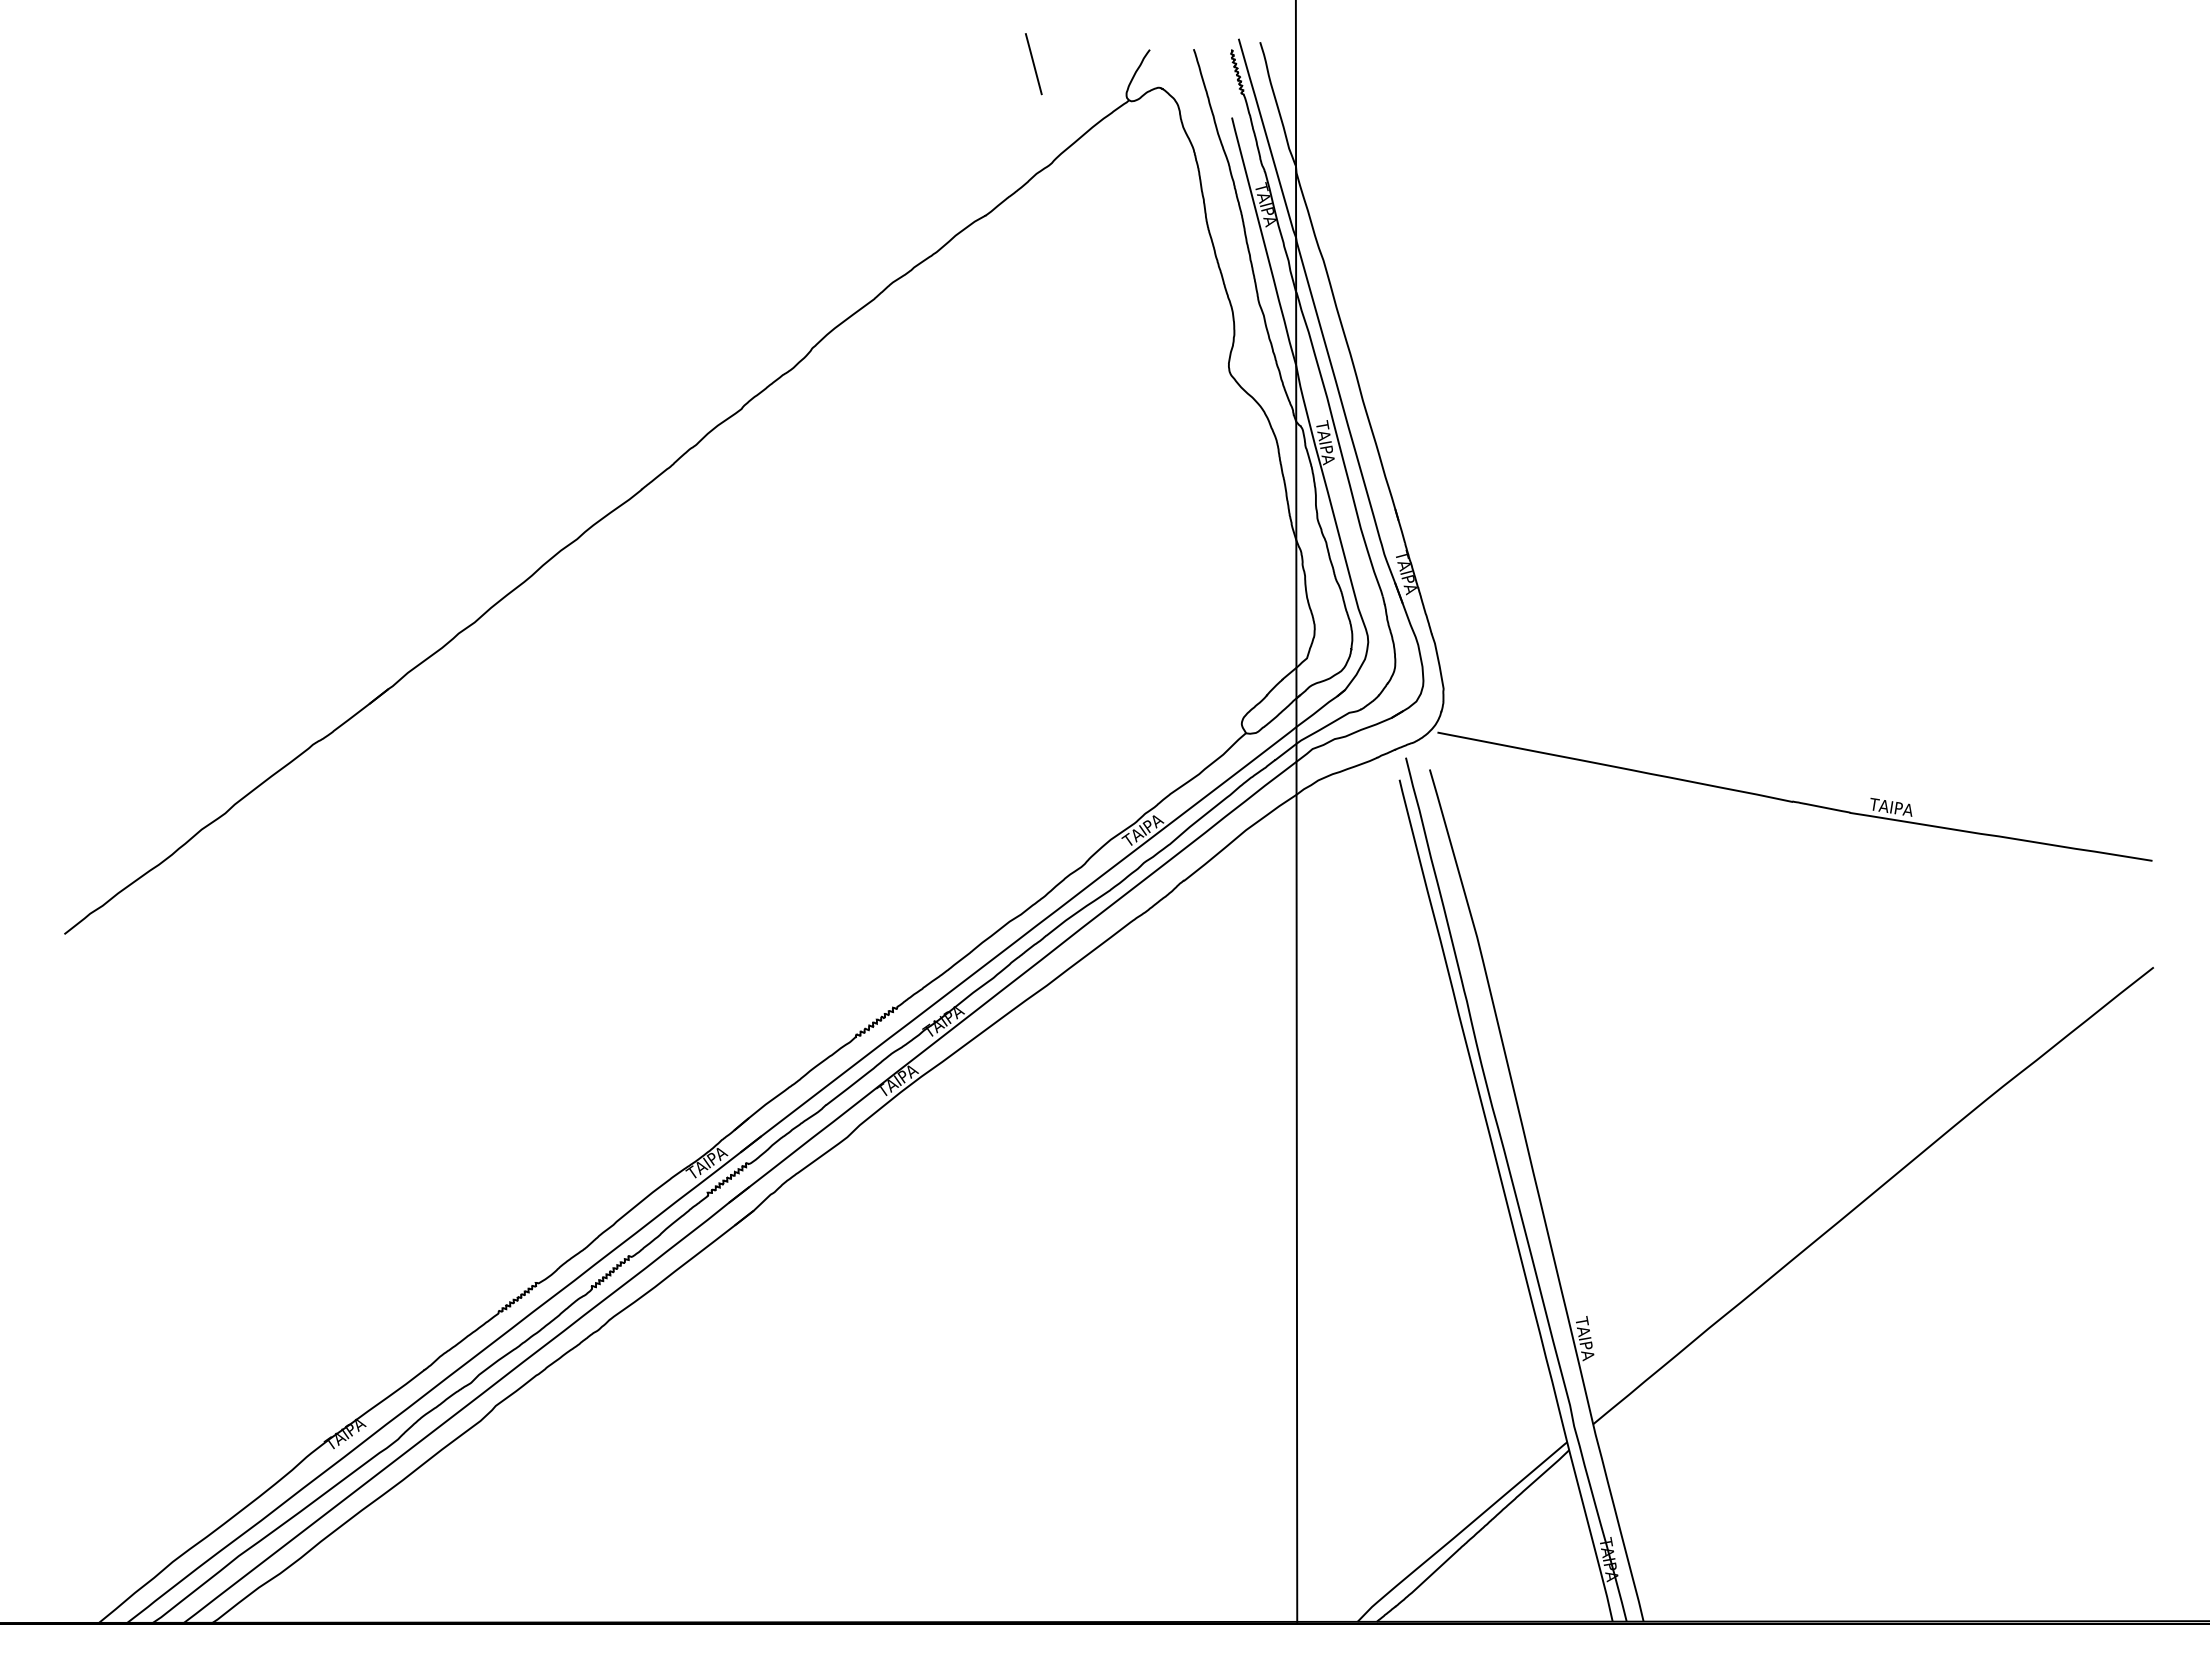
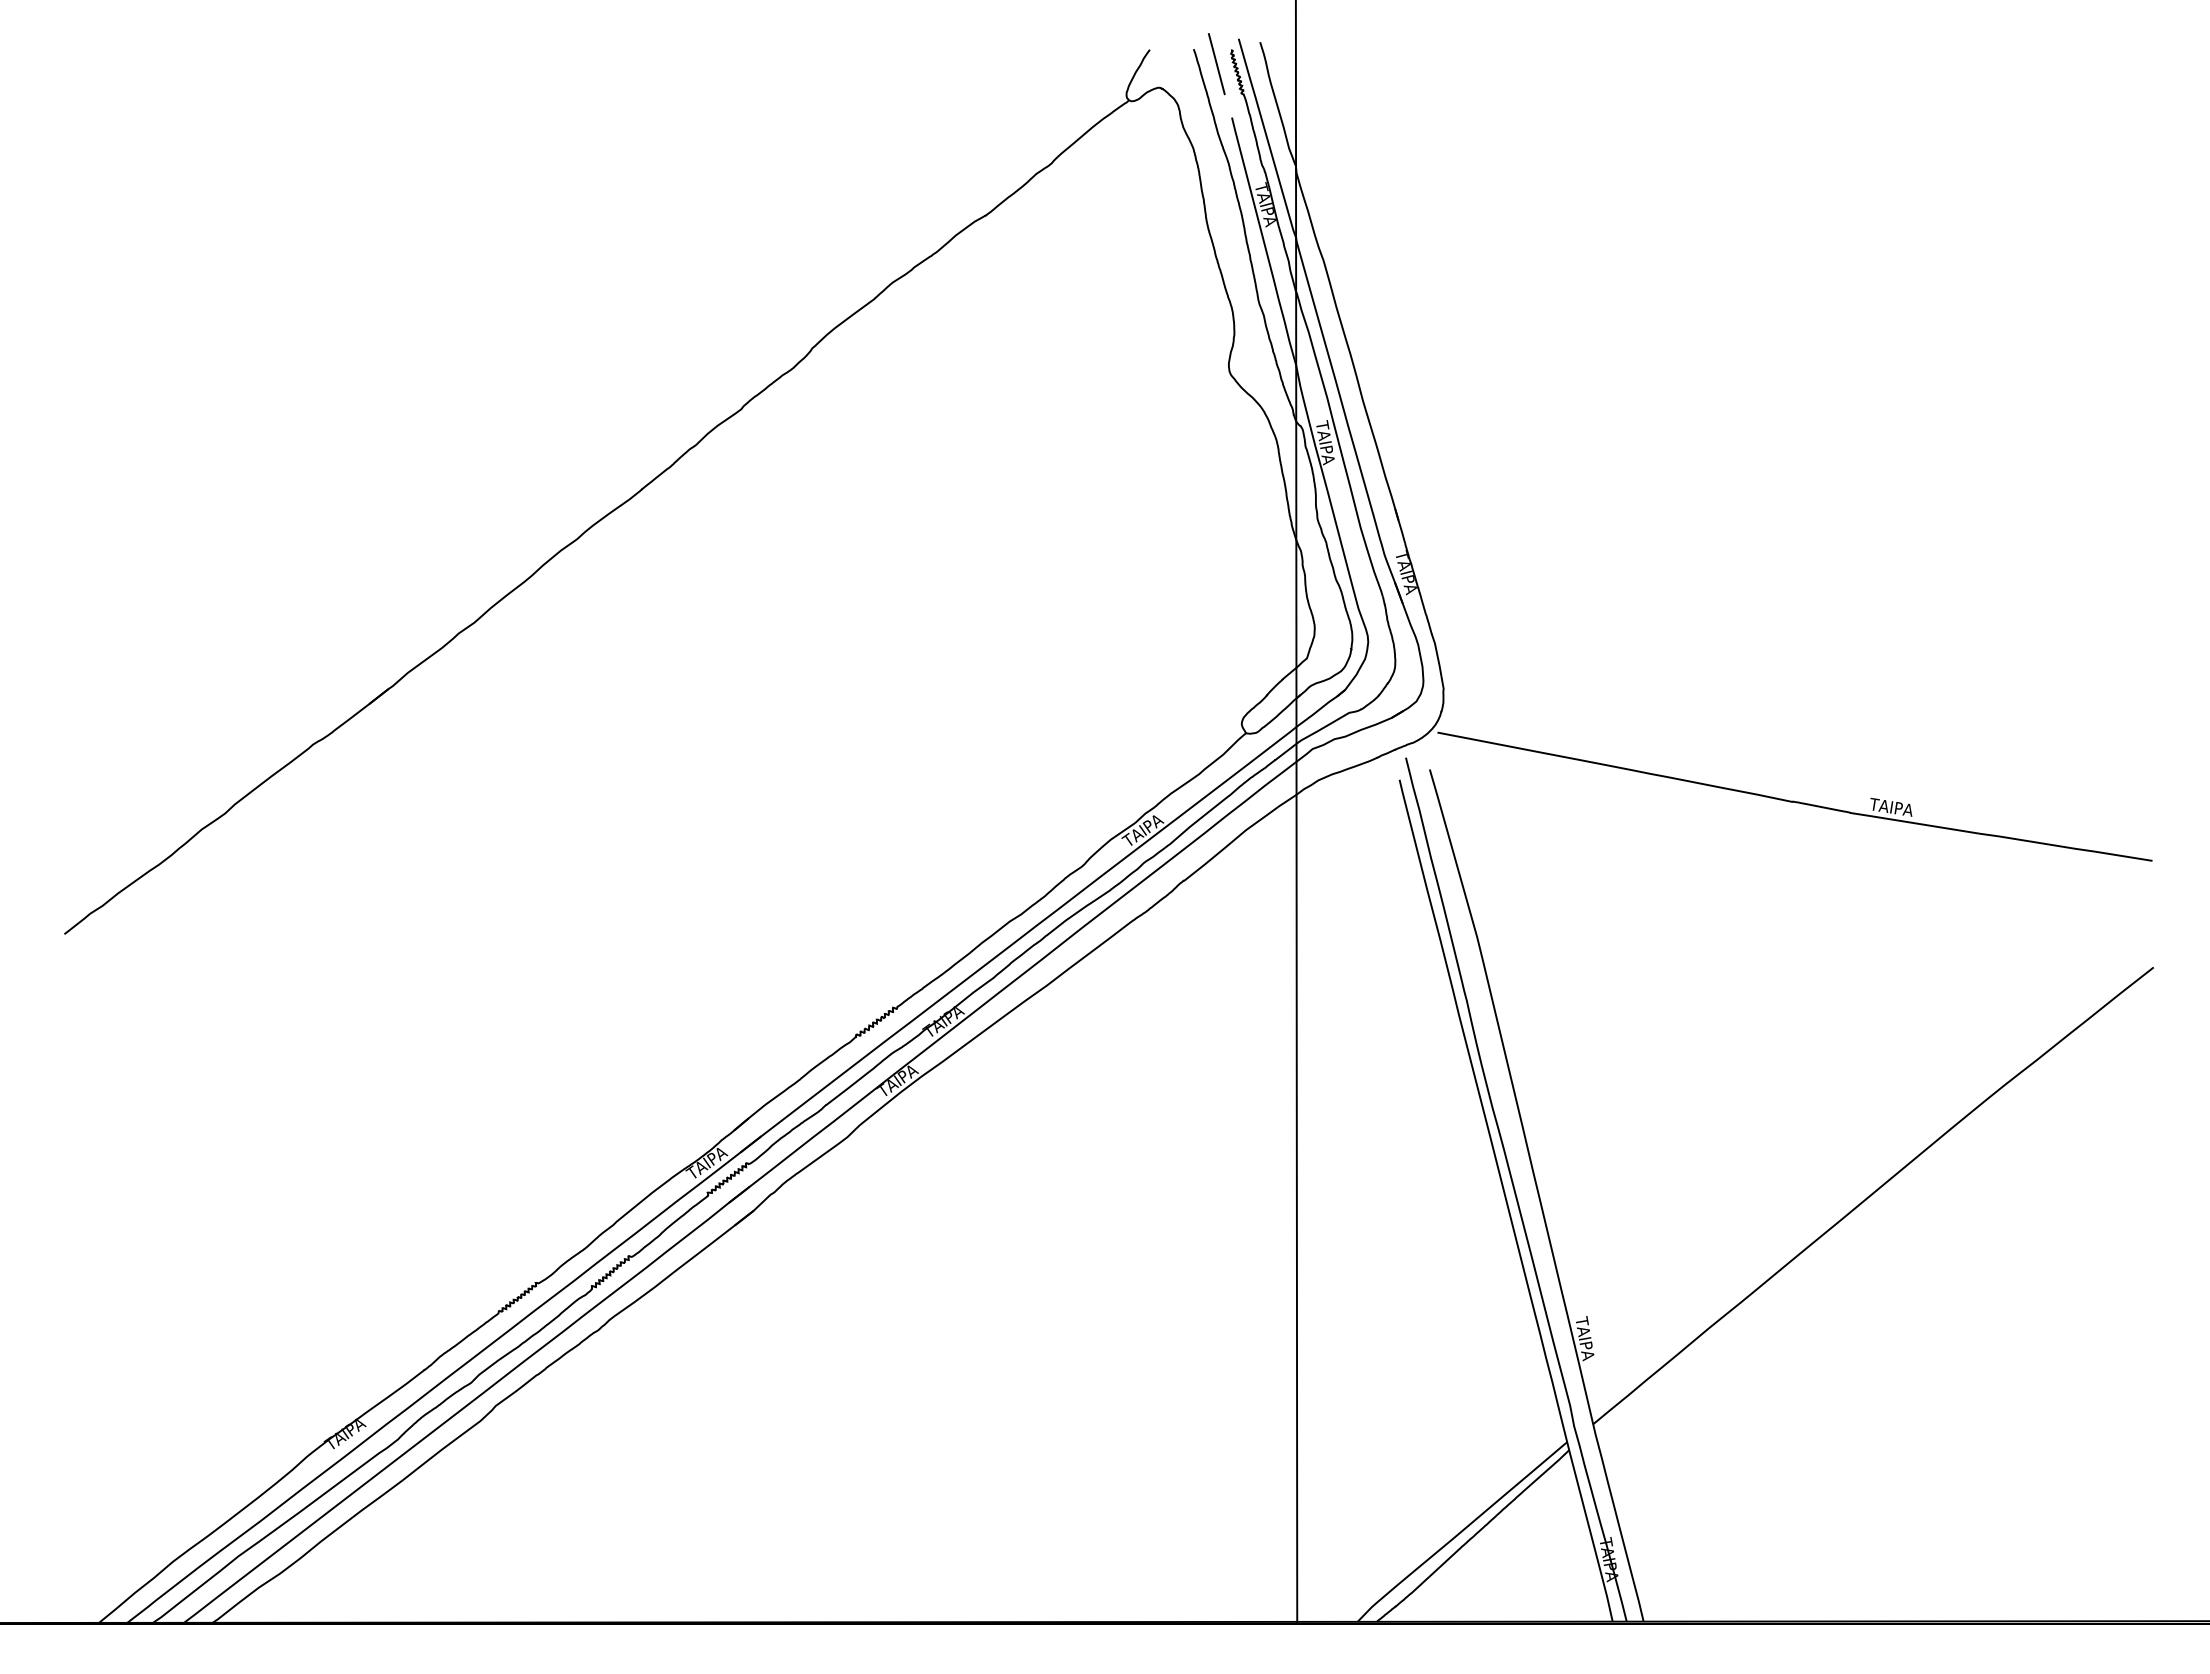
line at (1033, 64) position: (1033, 64) -> (1216, 64)
